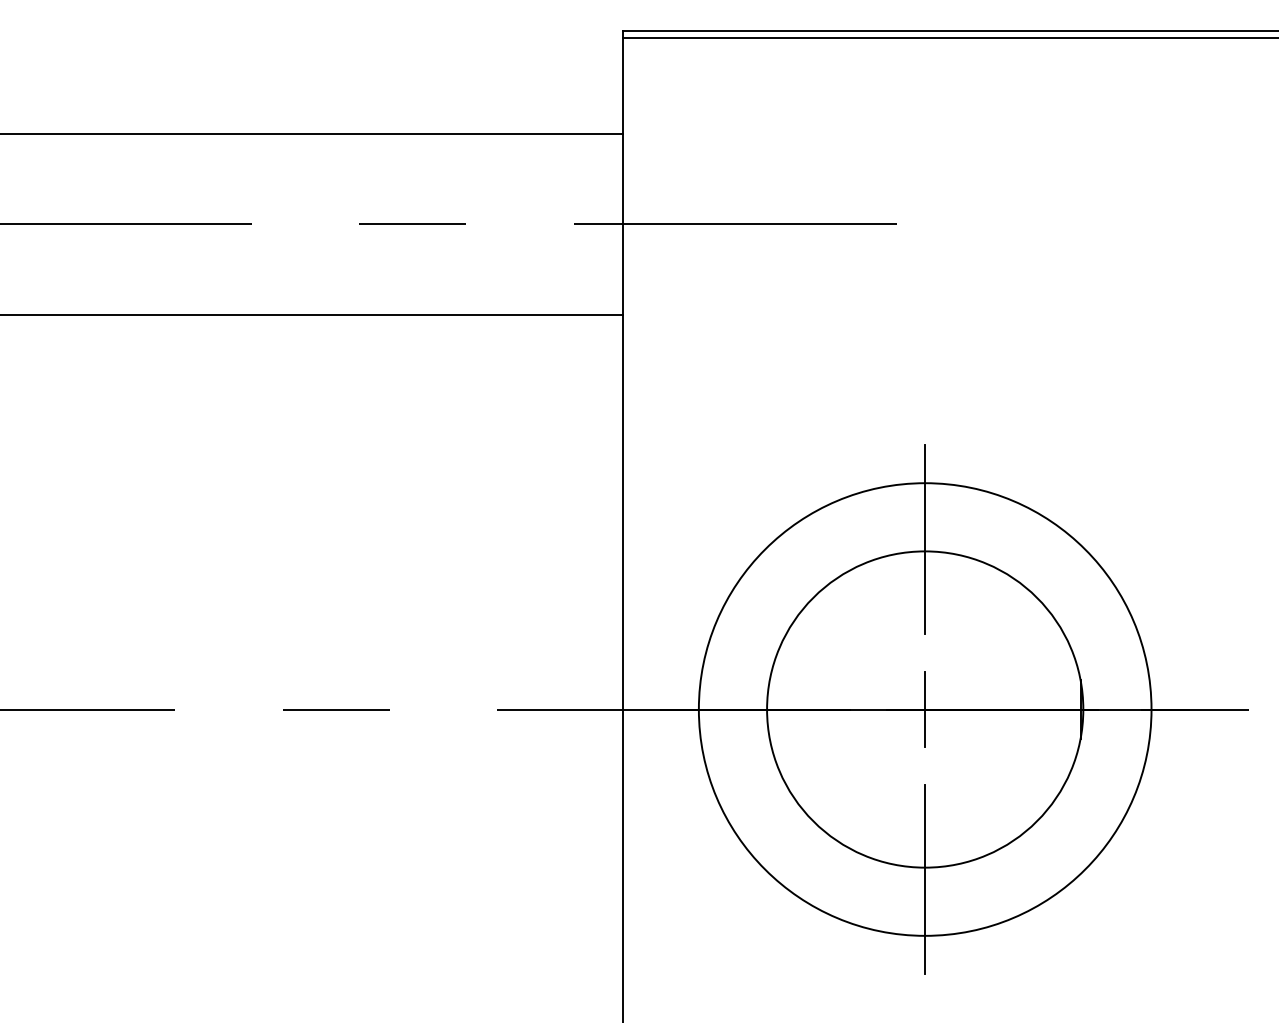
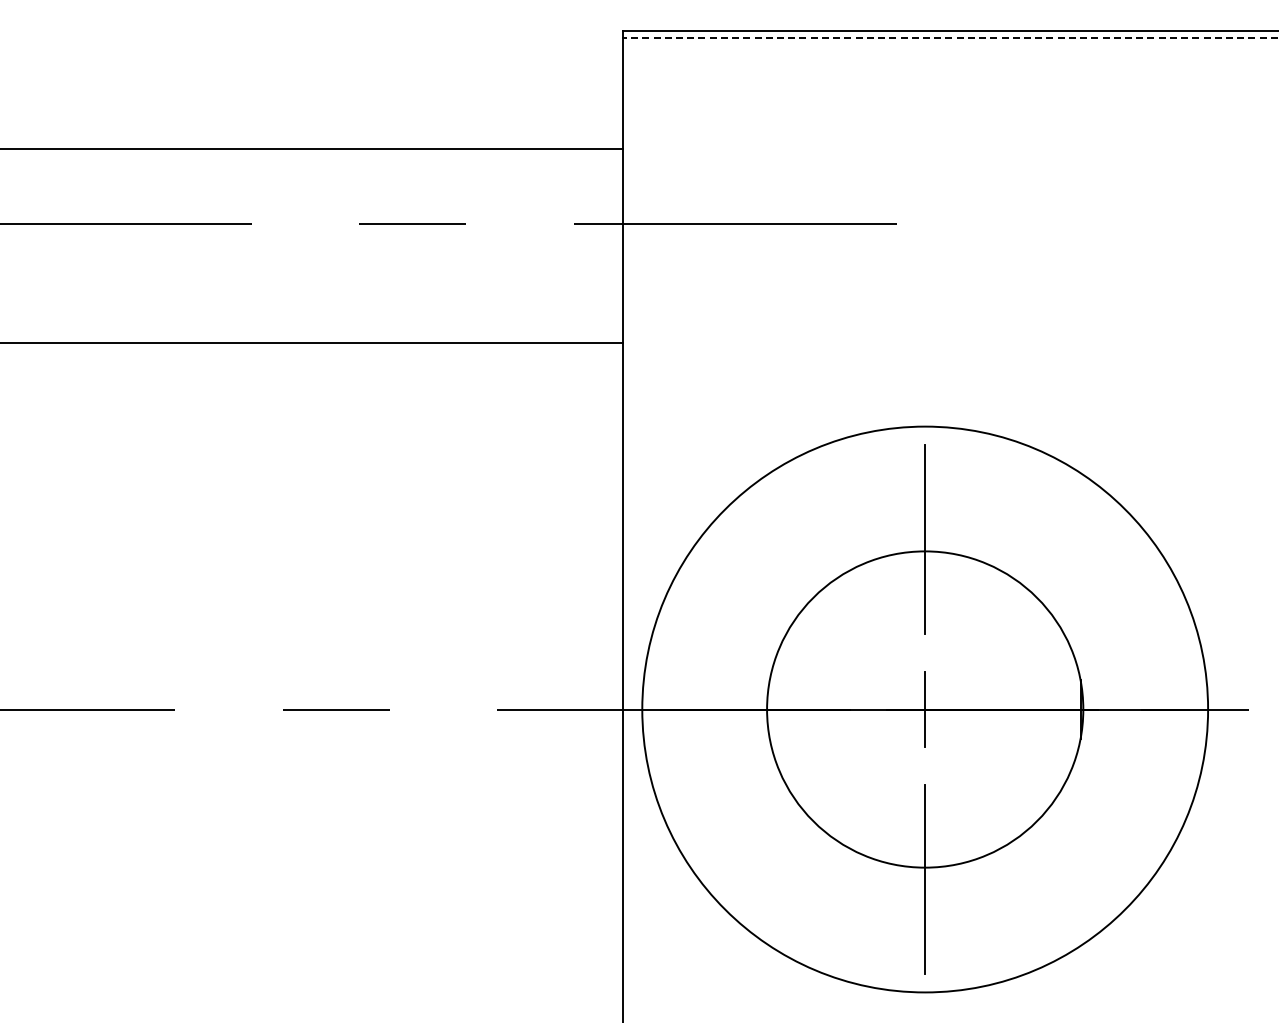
line at (951, 38): solid -> dashed
line at (312, 133) position: (312, 133) -> (312, 148)
line at (312, 314) position: (312, 314) -> (312, 342)
circle at (924, 709) diameter: 453 px -> 566 px
